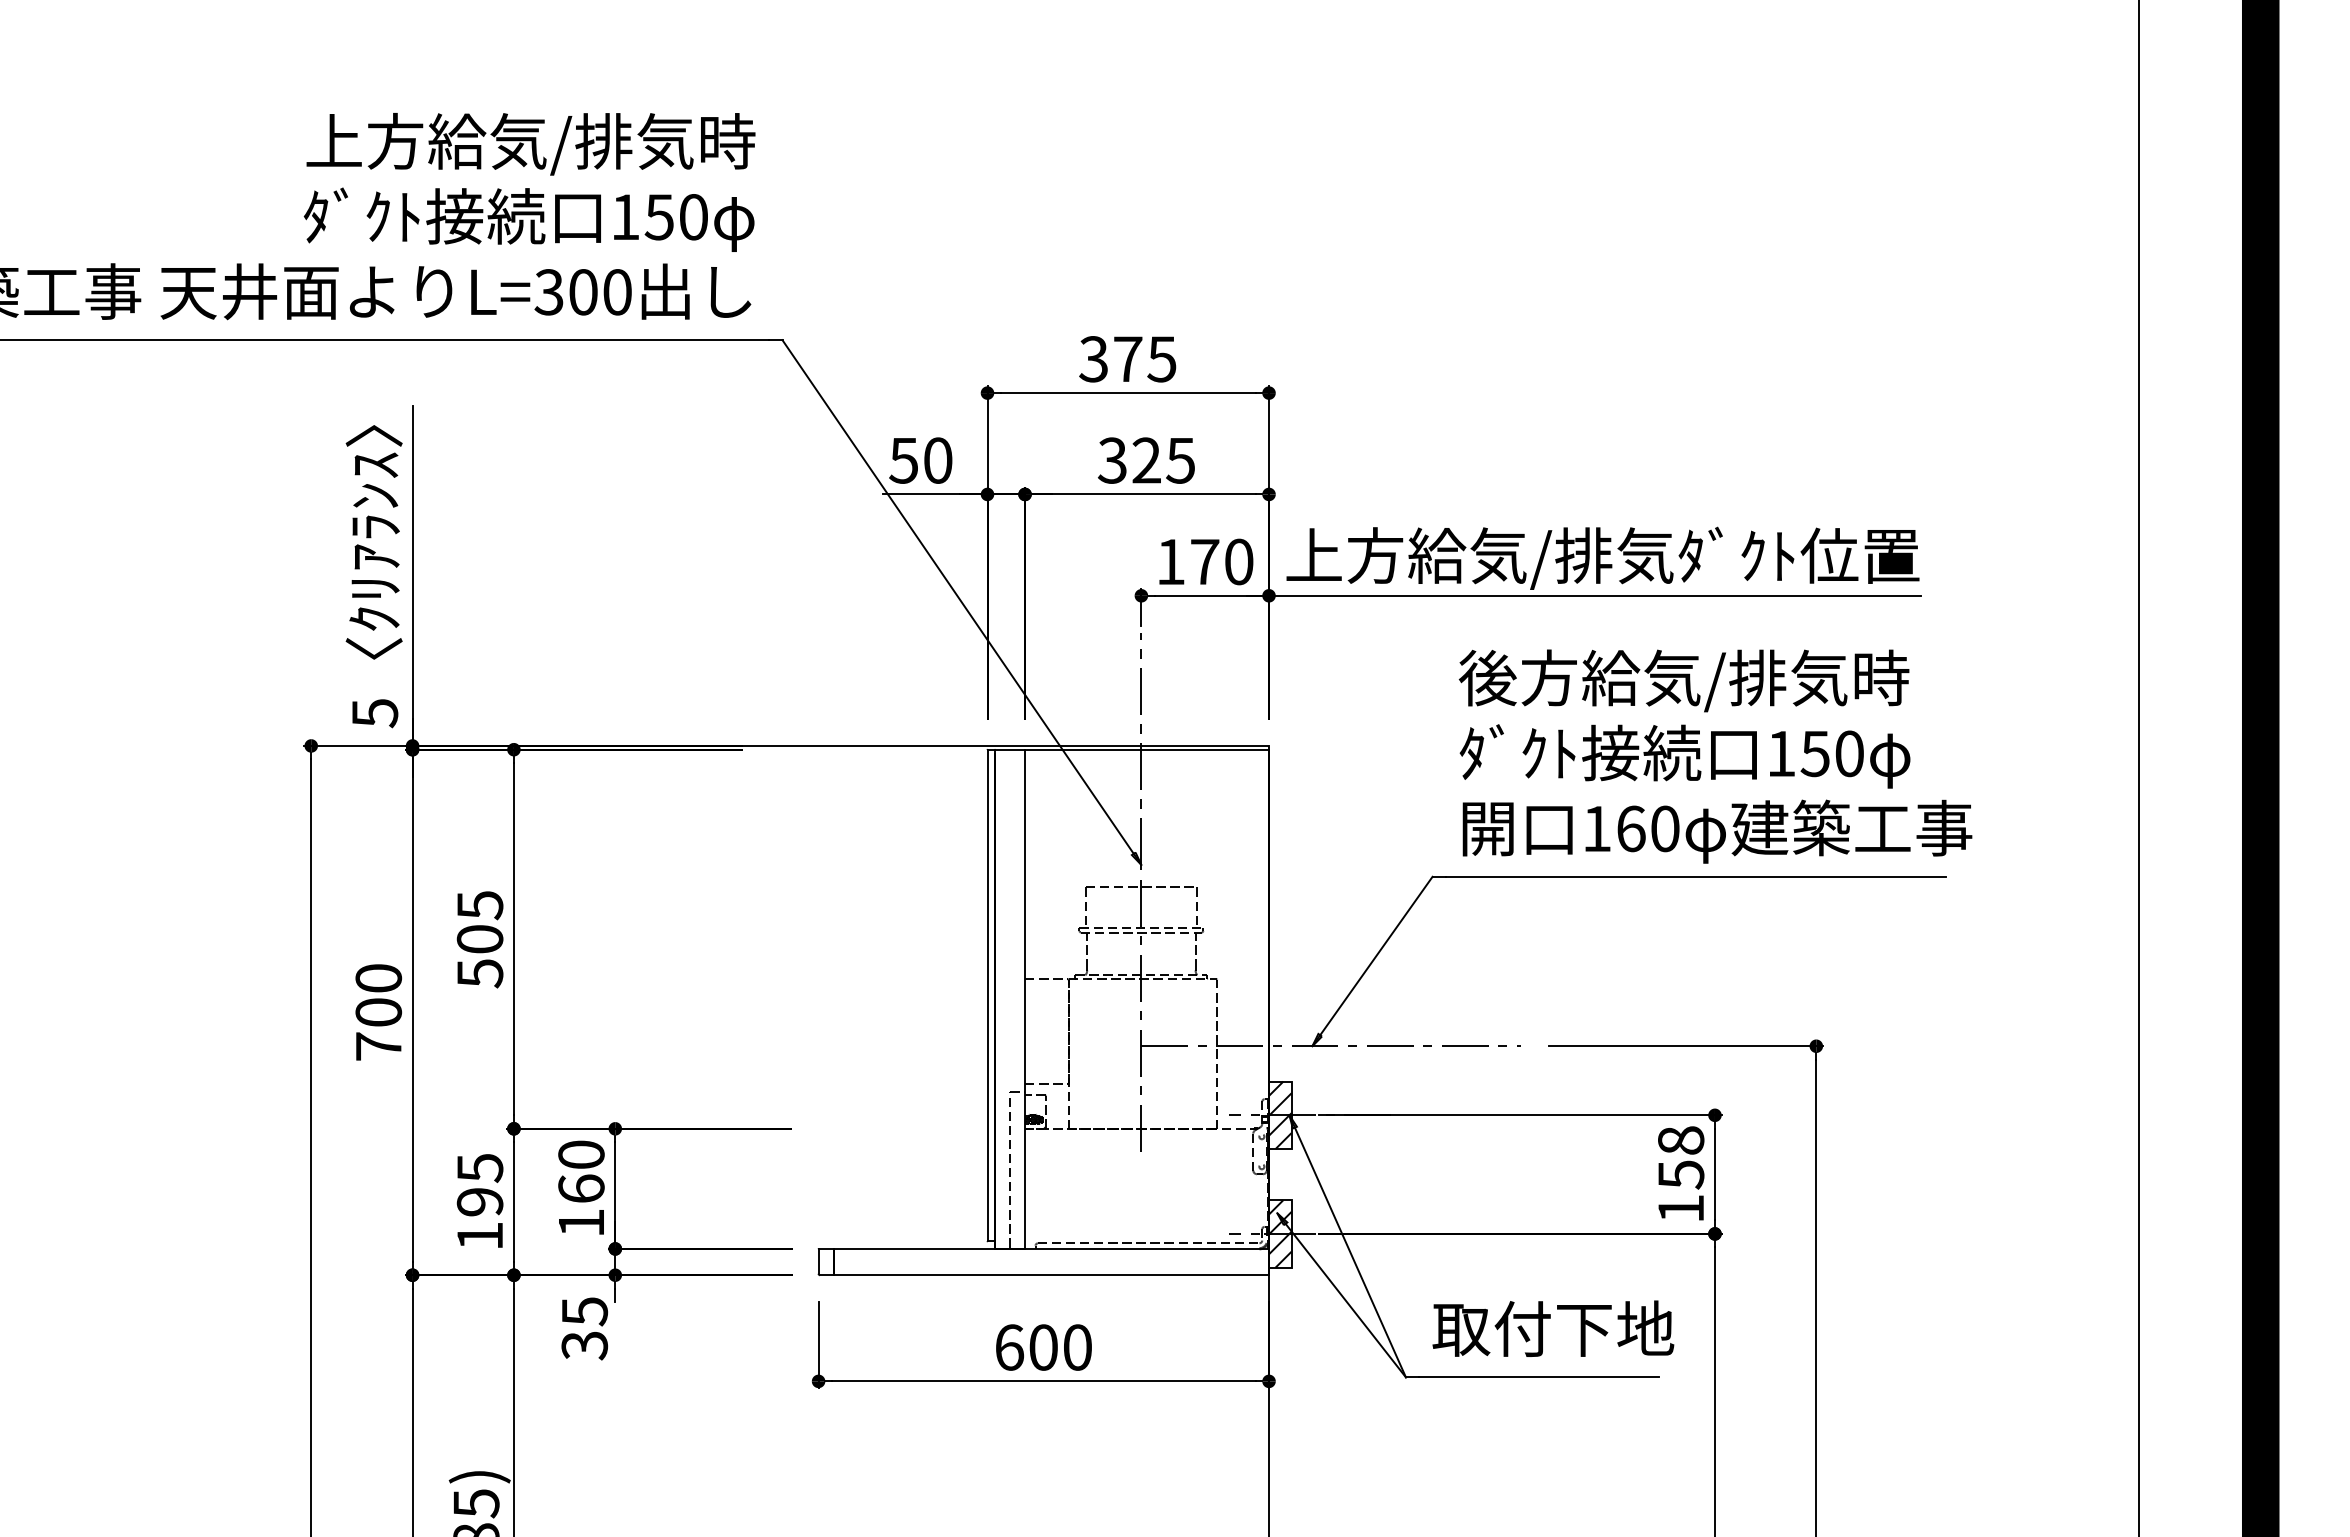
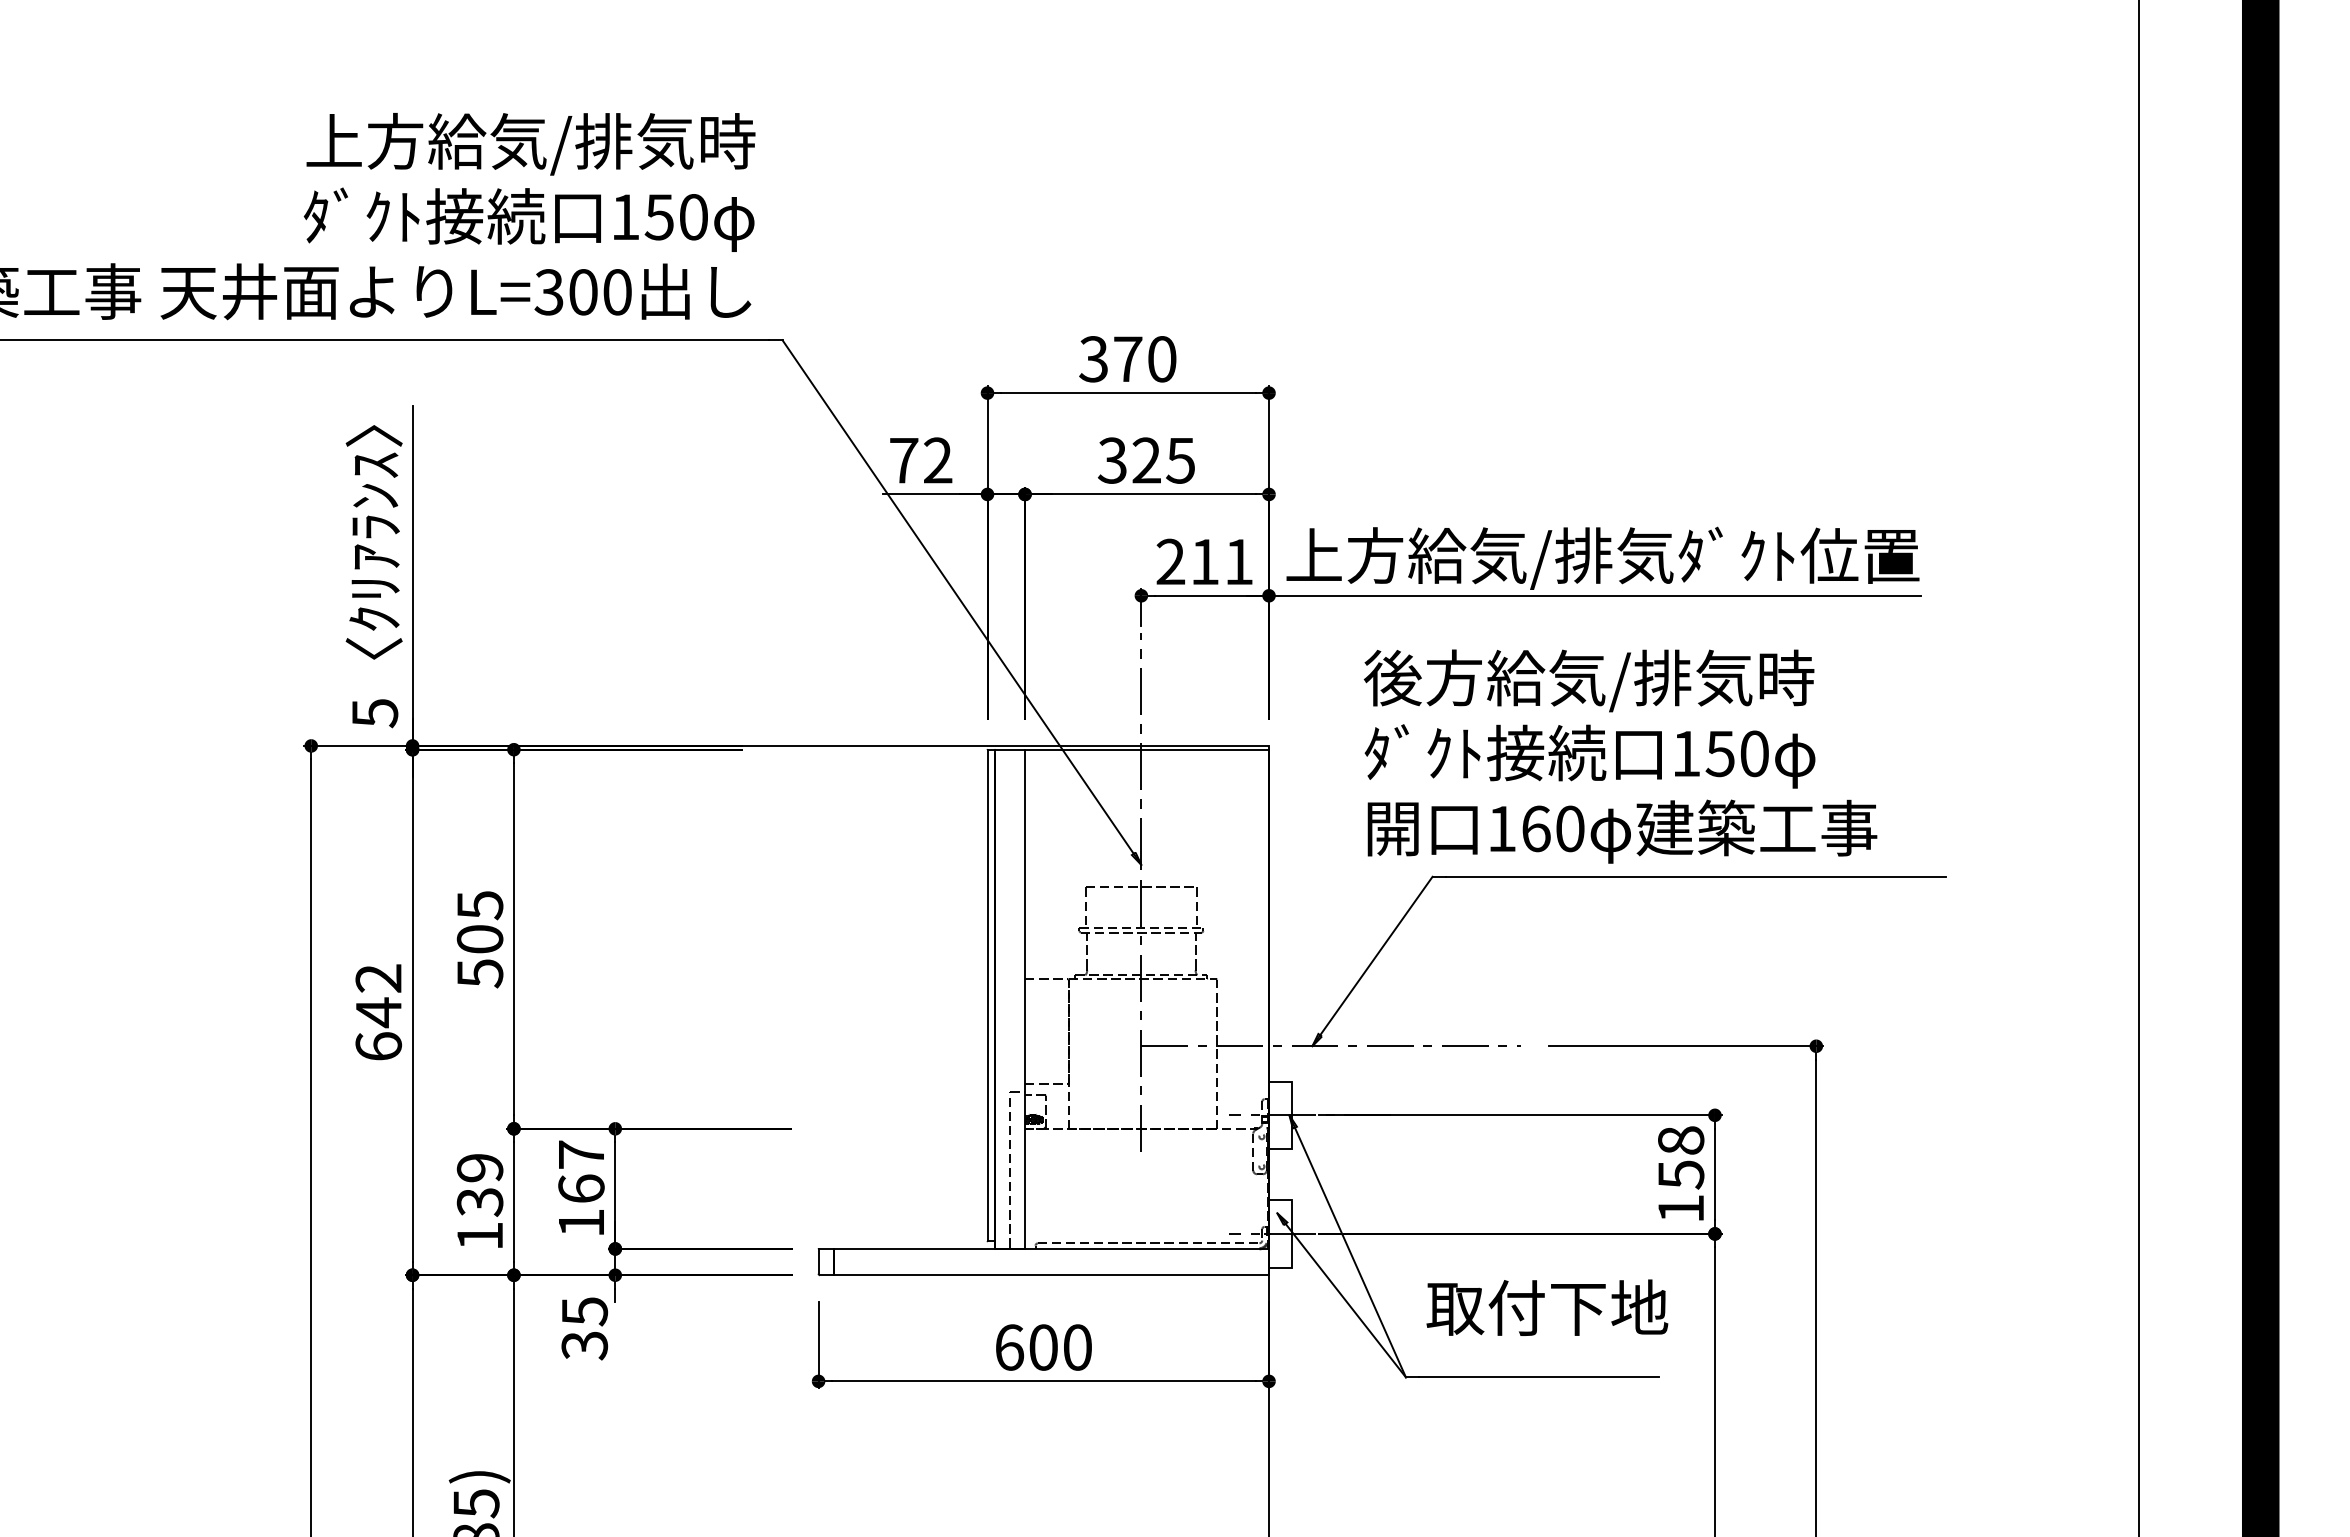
text at (1161, 359): 375 -> 370
text at (920, 460): 50 -> 72
text at (1204, 561): 170 -> 211
text at (1715, 756) position: (1715, 756) -> (1620, 756)
text at (378, 1012): 700 -> 642
hatch at (1280, 1115): present -> none
text at (581, 1154): 160 -> 167
text at (479, 1185): 195 -> 139
hatch at (1280, 1233): present -> none
text at (1553, 1328) position: (1553, 1328) -> (1547, 1307)
